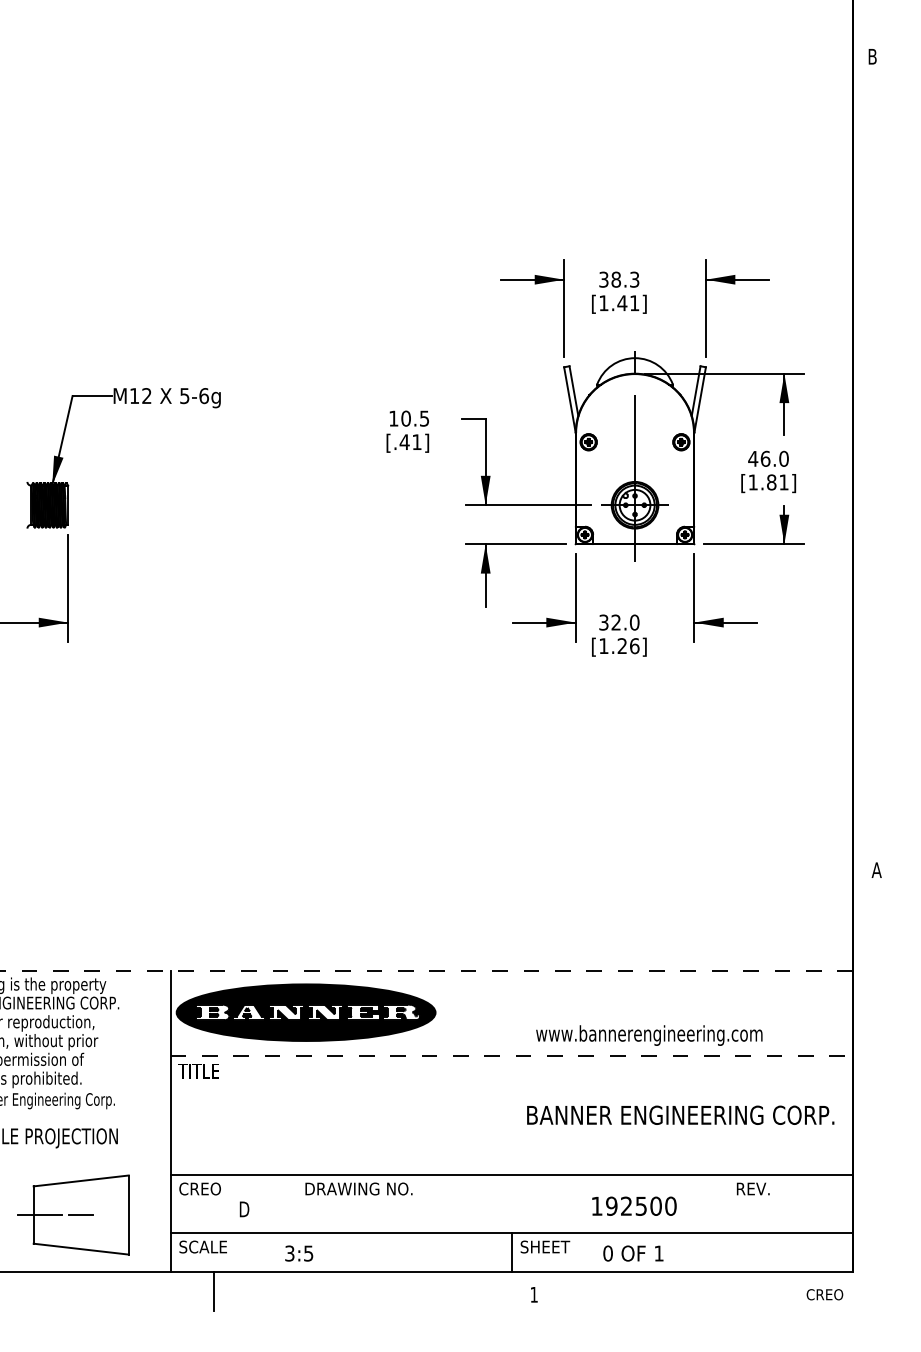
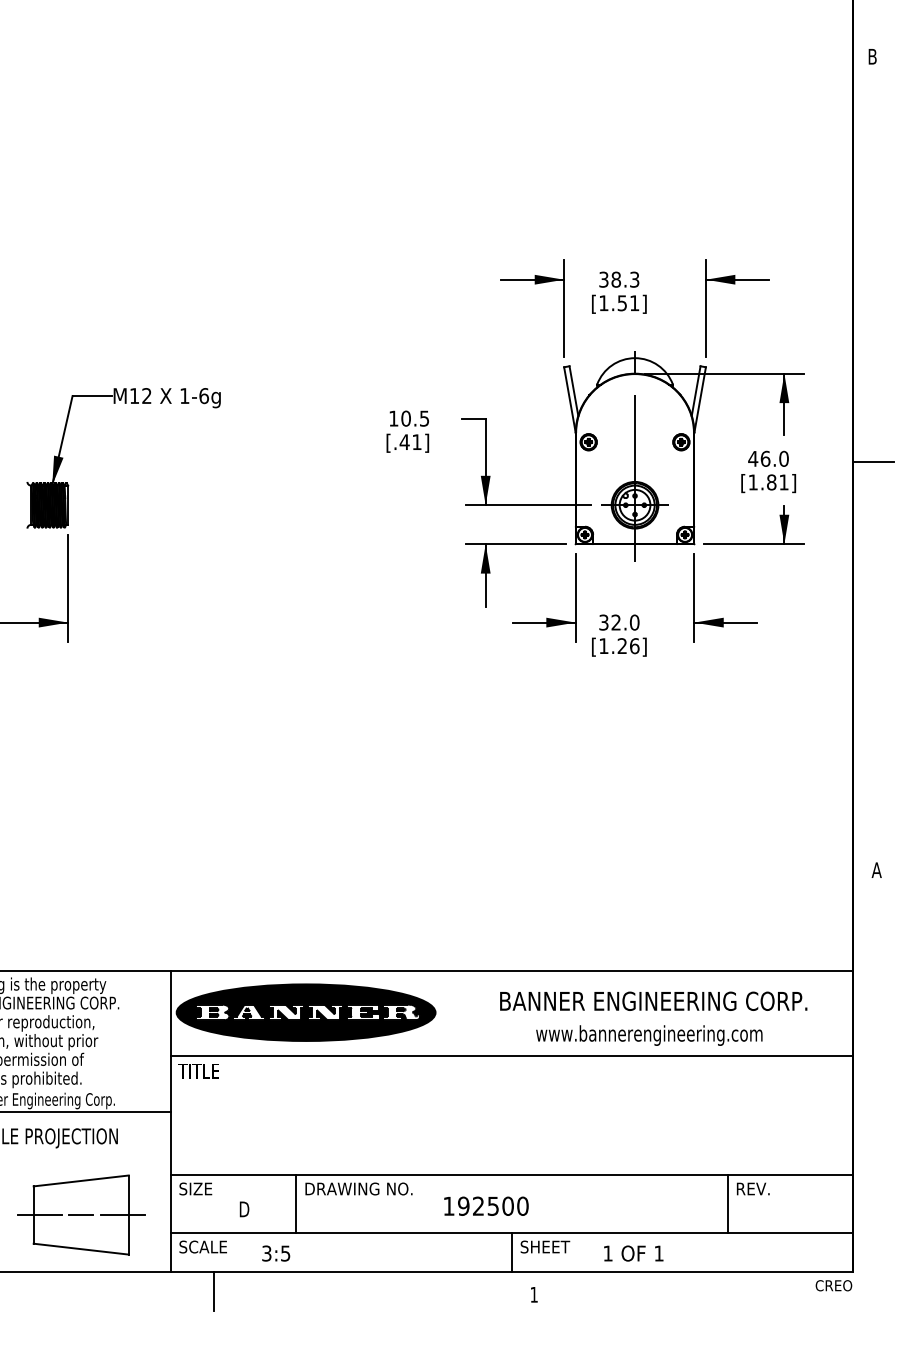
text at (622, 303): [1.41] -> [1.51]
text at (184, 396): 5-6g -> 1-6g
line at (873, 462): none -> present
line at (426, 970): dashed -> solid
line at (512, 1055): dashed -> solid
line at (86, 1112): none -> present
text at (680, 1114) position: (680, 1114) -> (653, 1000)
text at (199, 1188): CREO -> SIZE
line at (296, 1203): none -> present
line at (727, 1203): none -> present
text at (634, 1205) position: (634, 1205) -> (486, 1205)
line at (122, 1215): none -> present
text at (299, 1253) position: (299, 1253) -> (276, 1253)
text at (607, 1253): 0 -> 1
text at (824, 1294) position: (824, 1294) -> (833, 1285)
